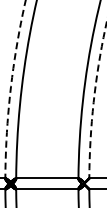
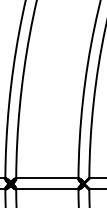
arc at (10, 88): dashed -> solid
arc at (93, 100): dashed -> solid
